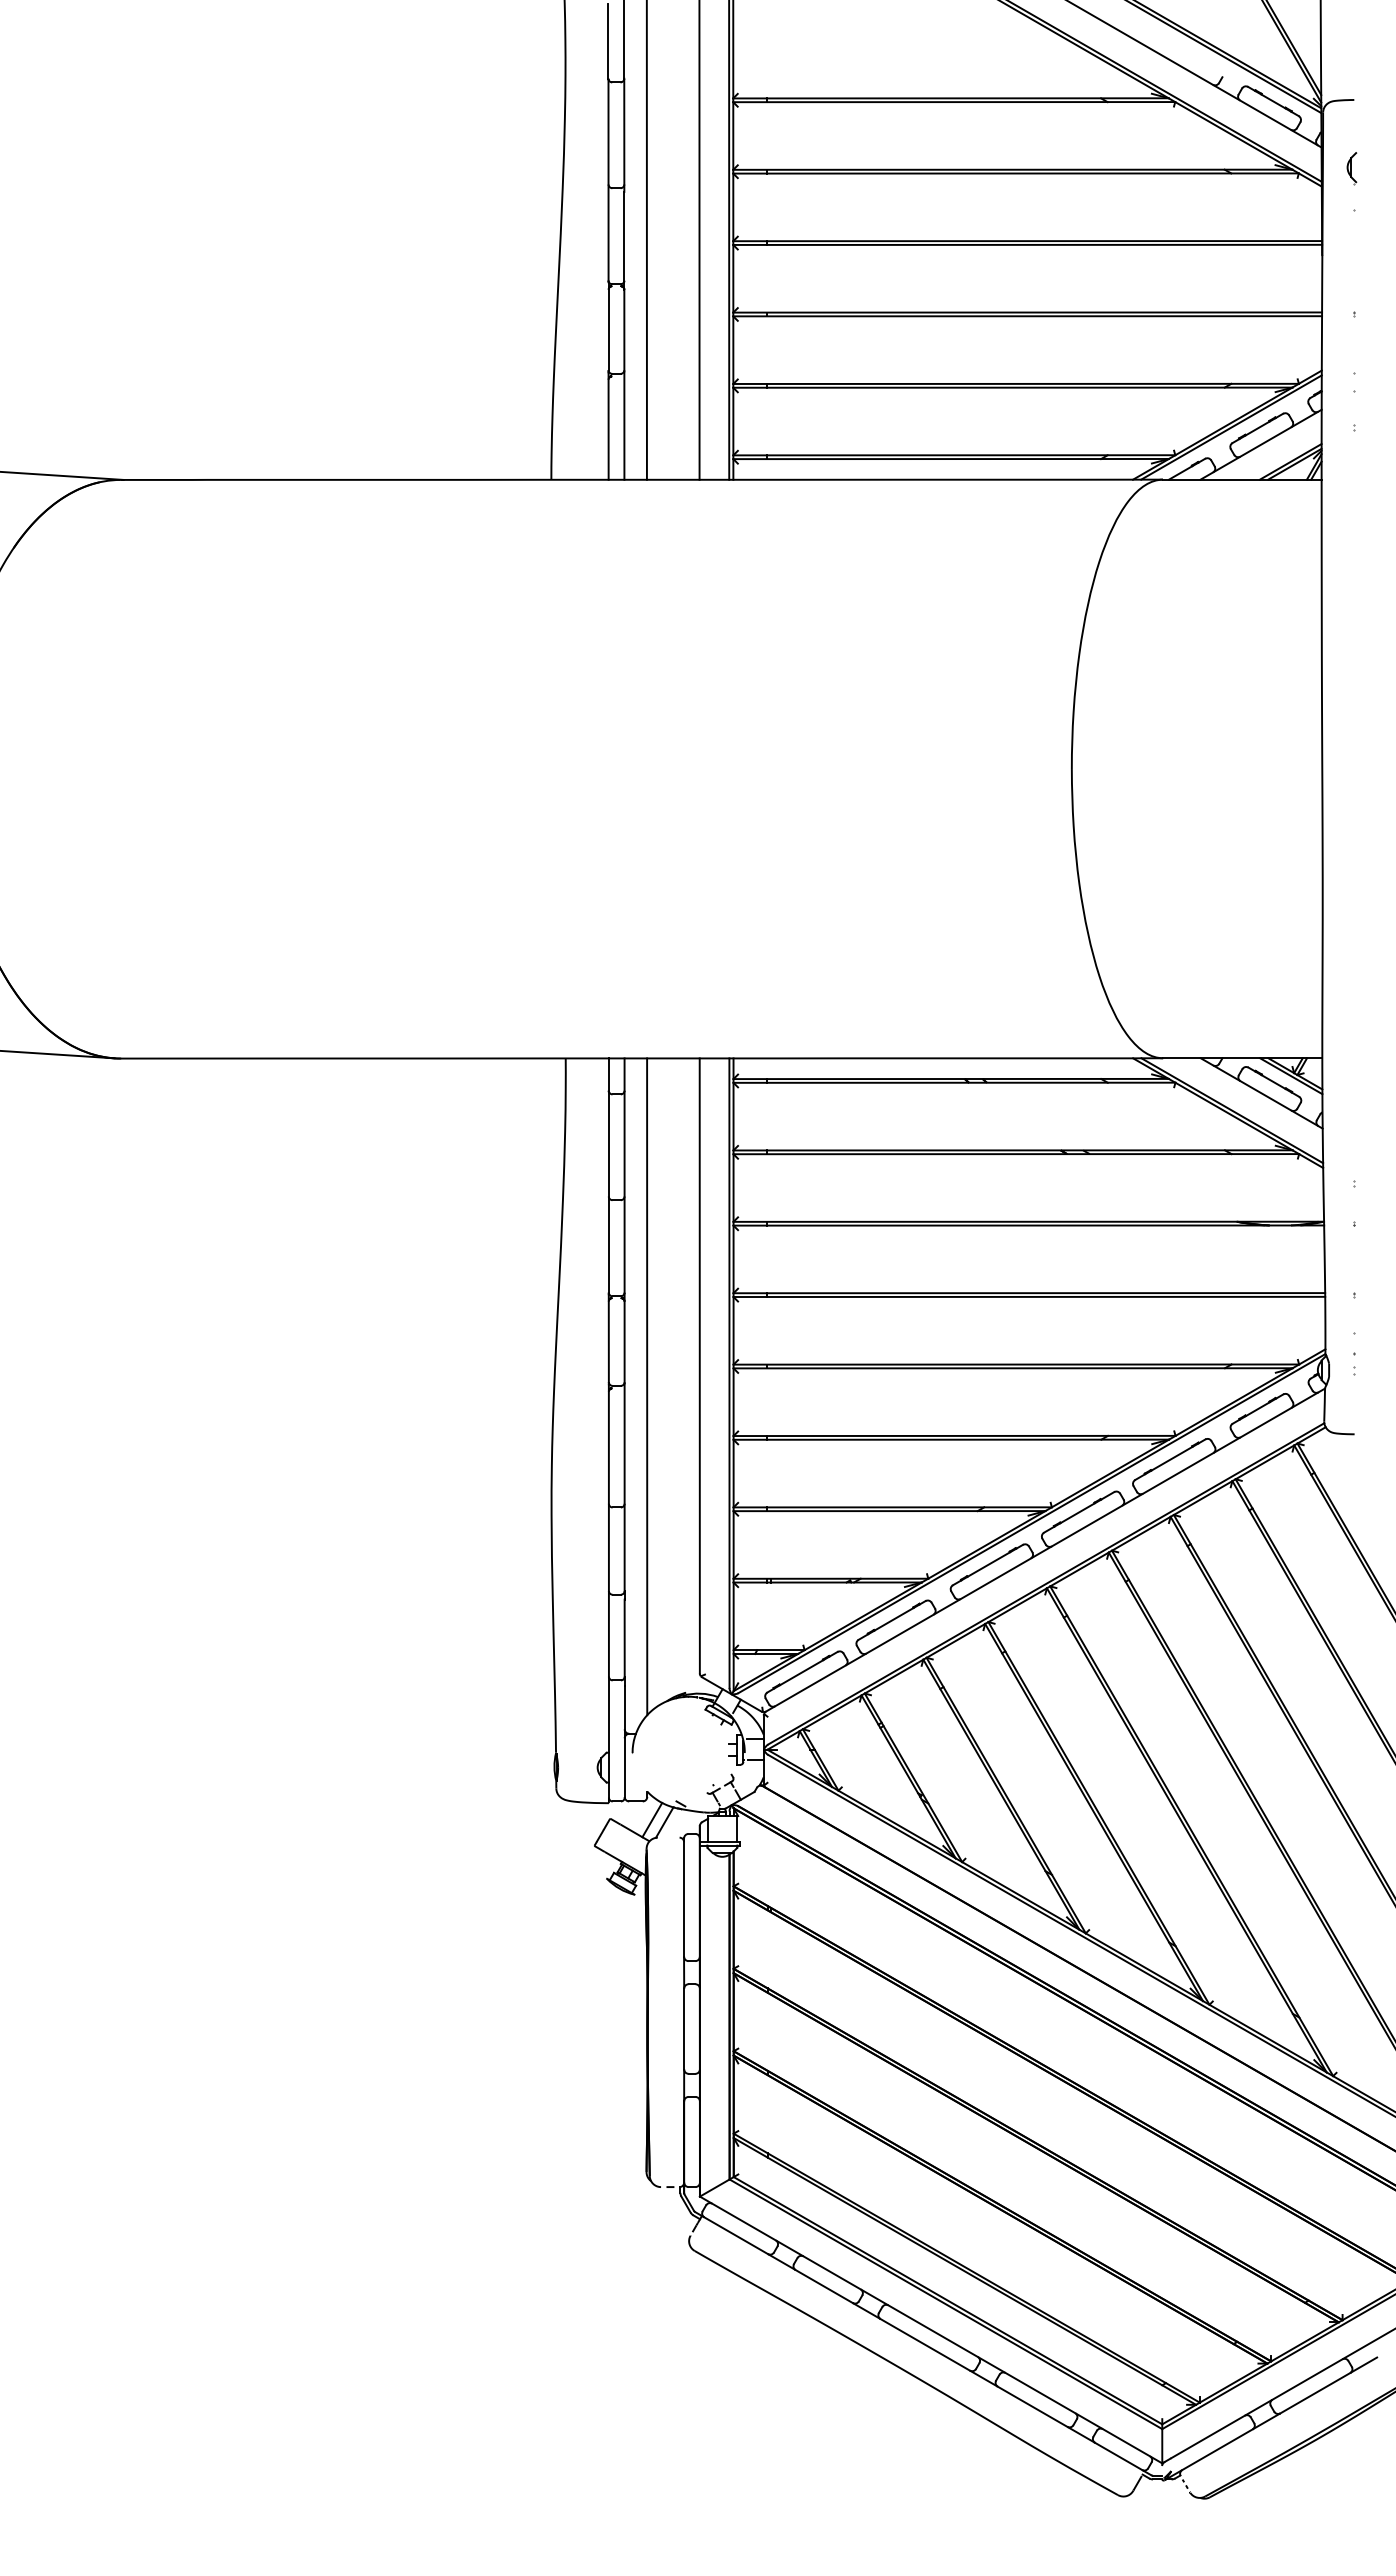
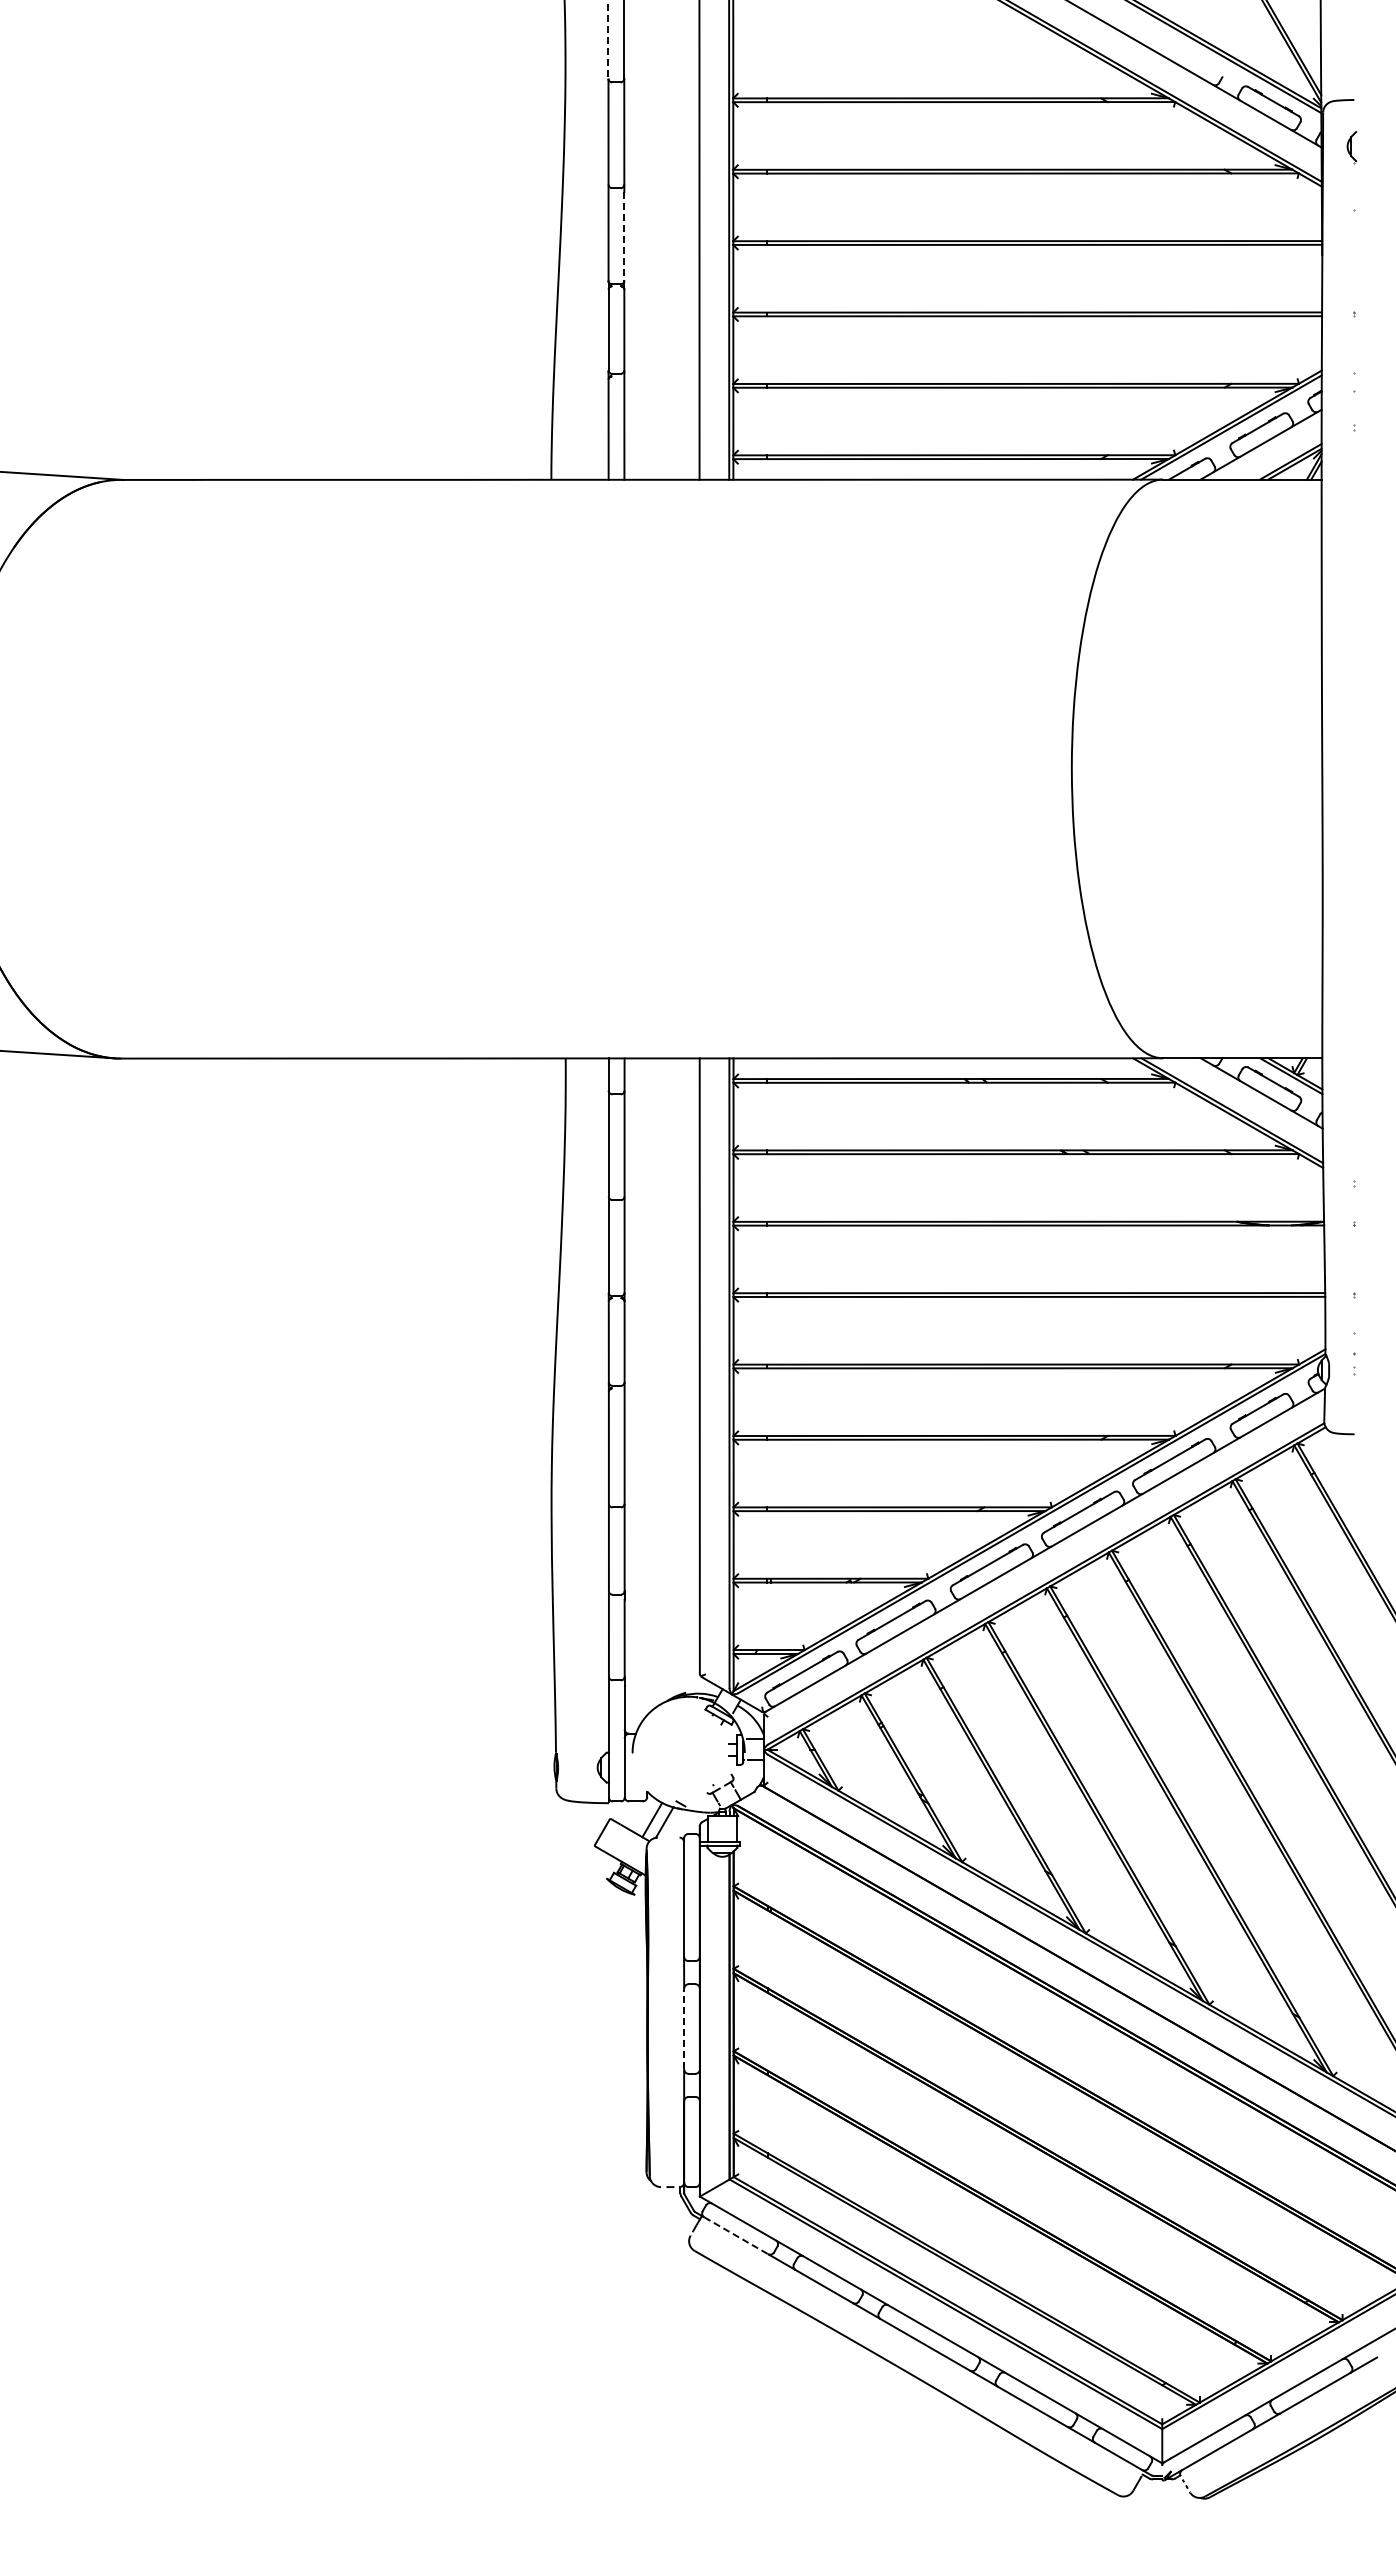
line at (608, 41): solid -> dashed
part at (1351, 168) position: (1351, 168) -> (1351, 147)
line at (624, 240): solid -> dashed
line at (646, 240): present -> none
line at (647, 1386): present -> none
line at (684, 2028): solid -> dashed
line at (736, 2235): solid -> dashed
